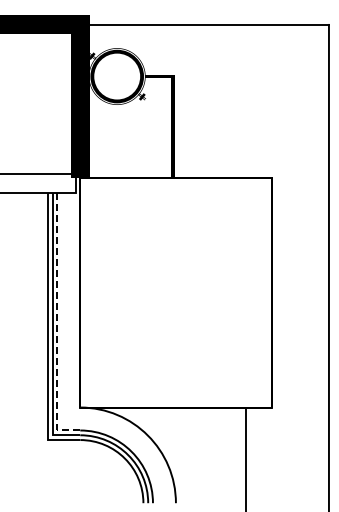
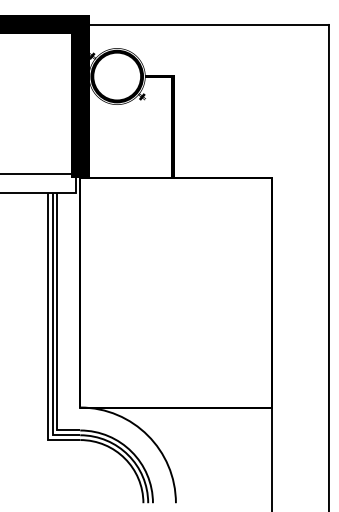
line at (57, 323): dashed -> solid
line at (245, 457) position: (245, 457) -> (271, 457)
